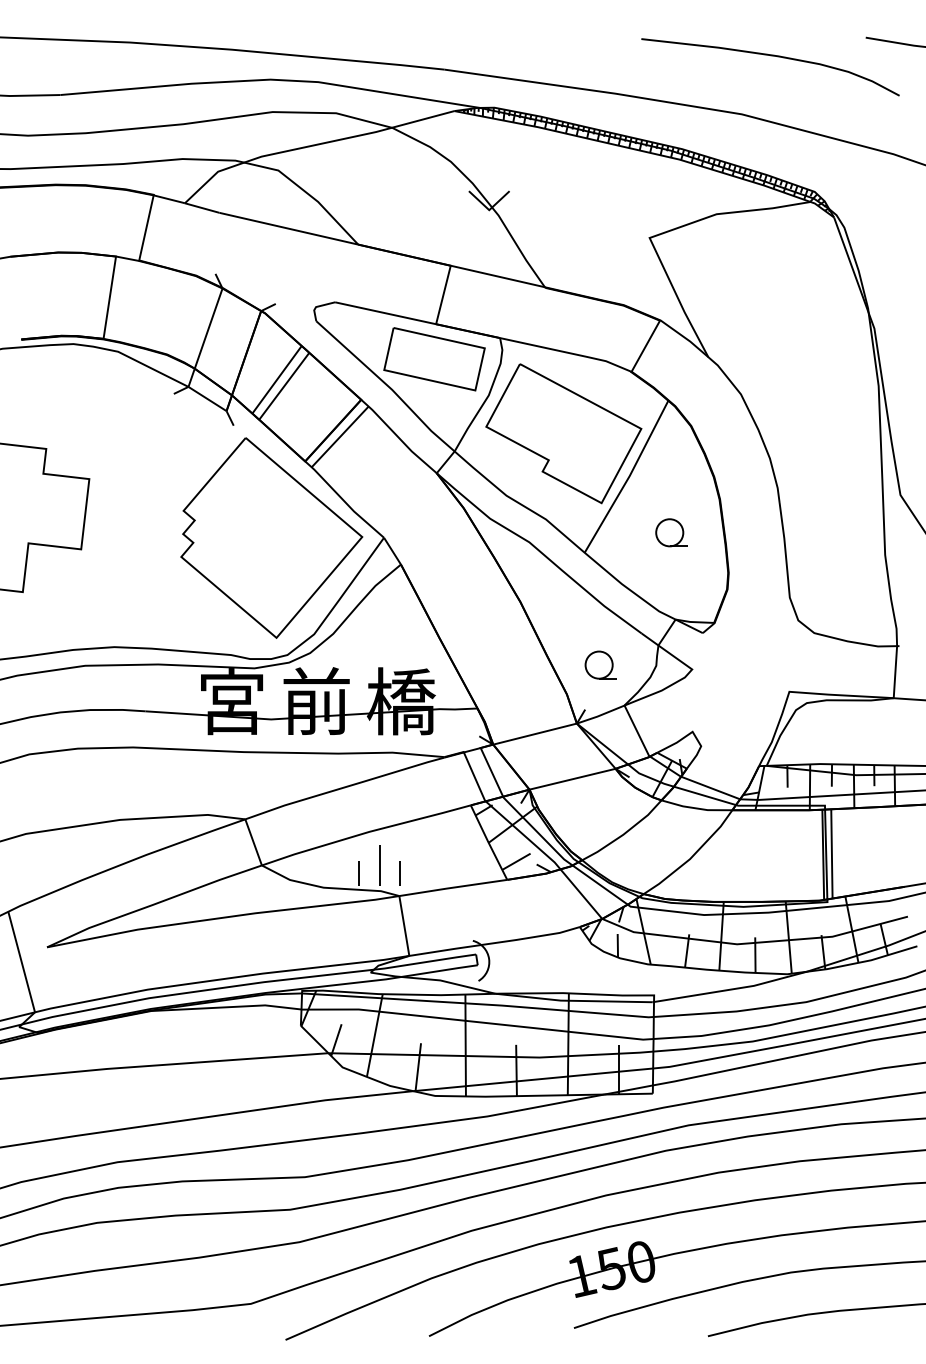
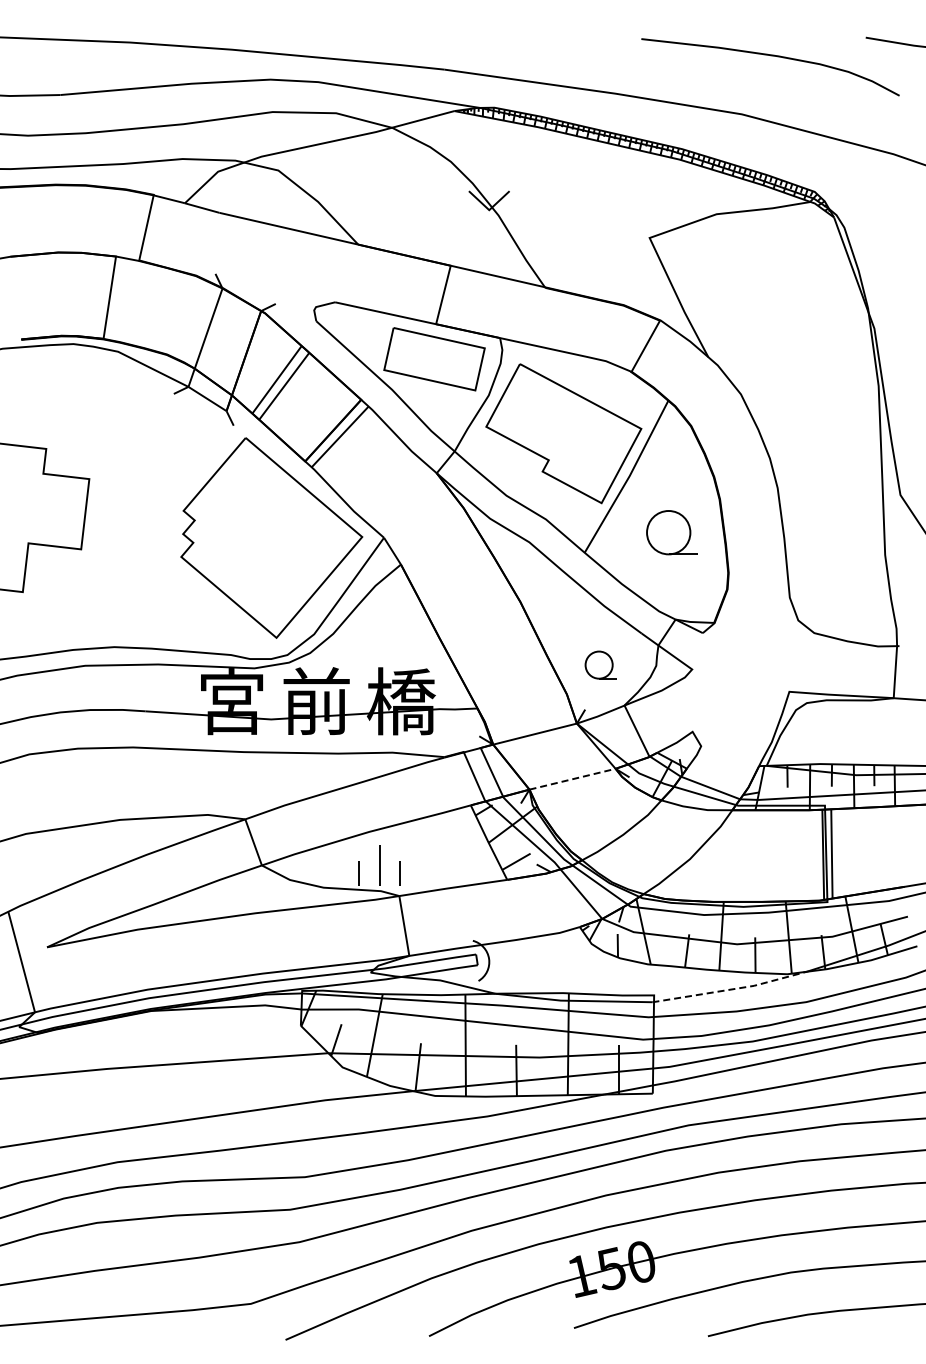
part at (671, 532) size: 33x30 px -> 52x46 px
line at (573, 779): solid -> dashed
line at (730, 989): solid -> dashed
